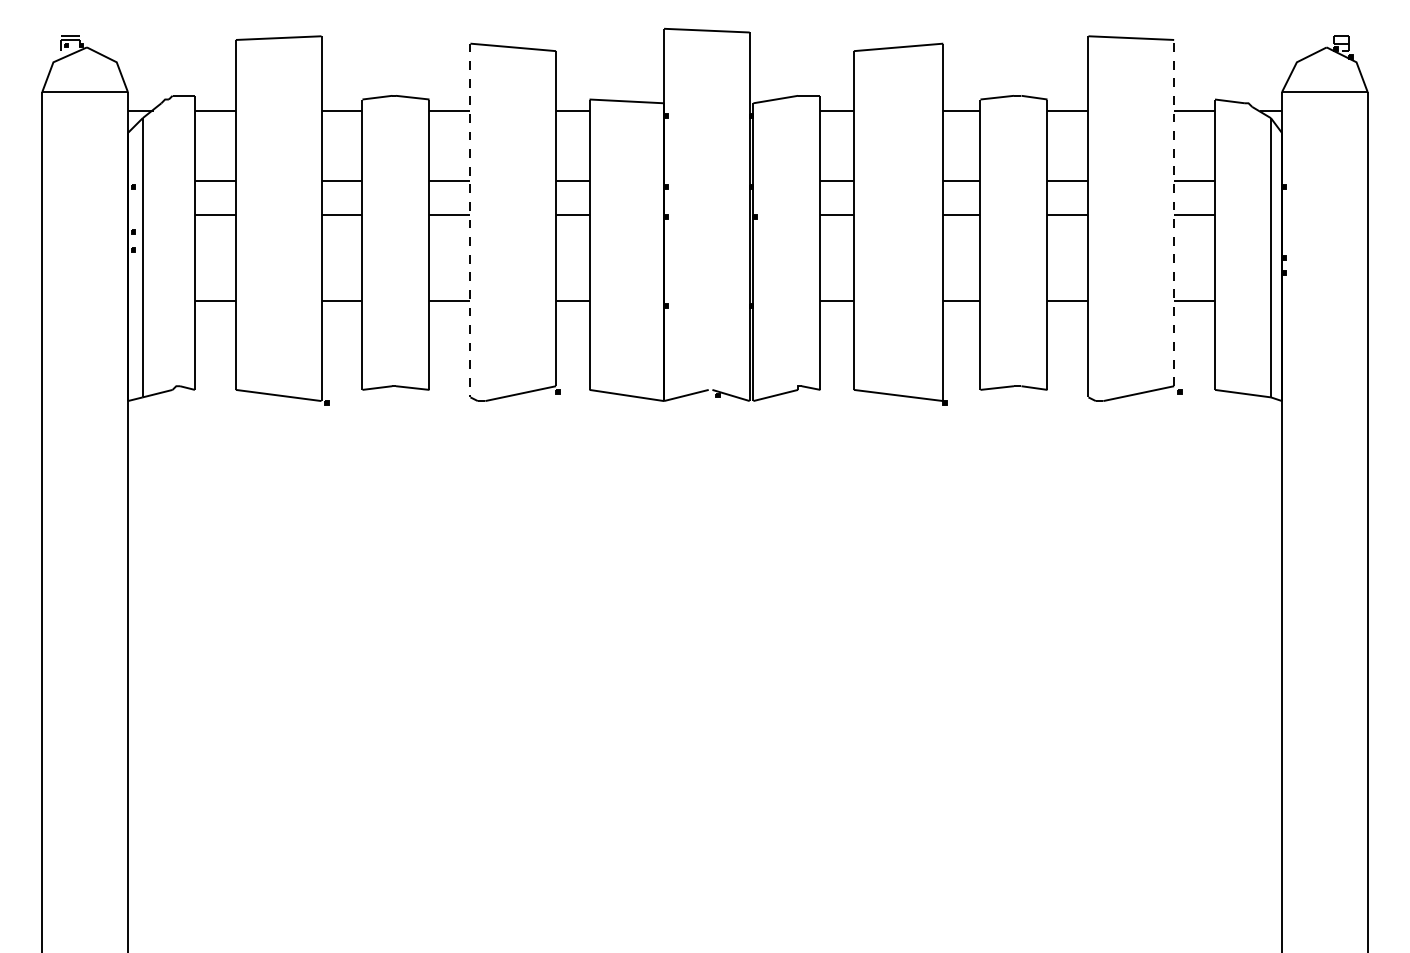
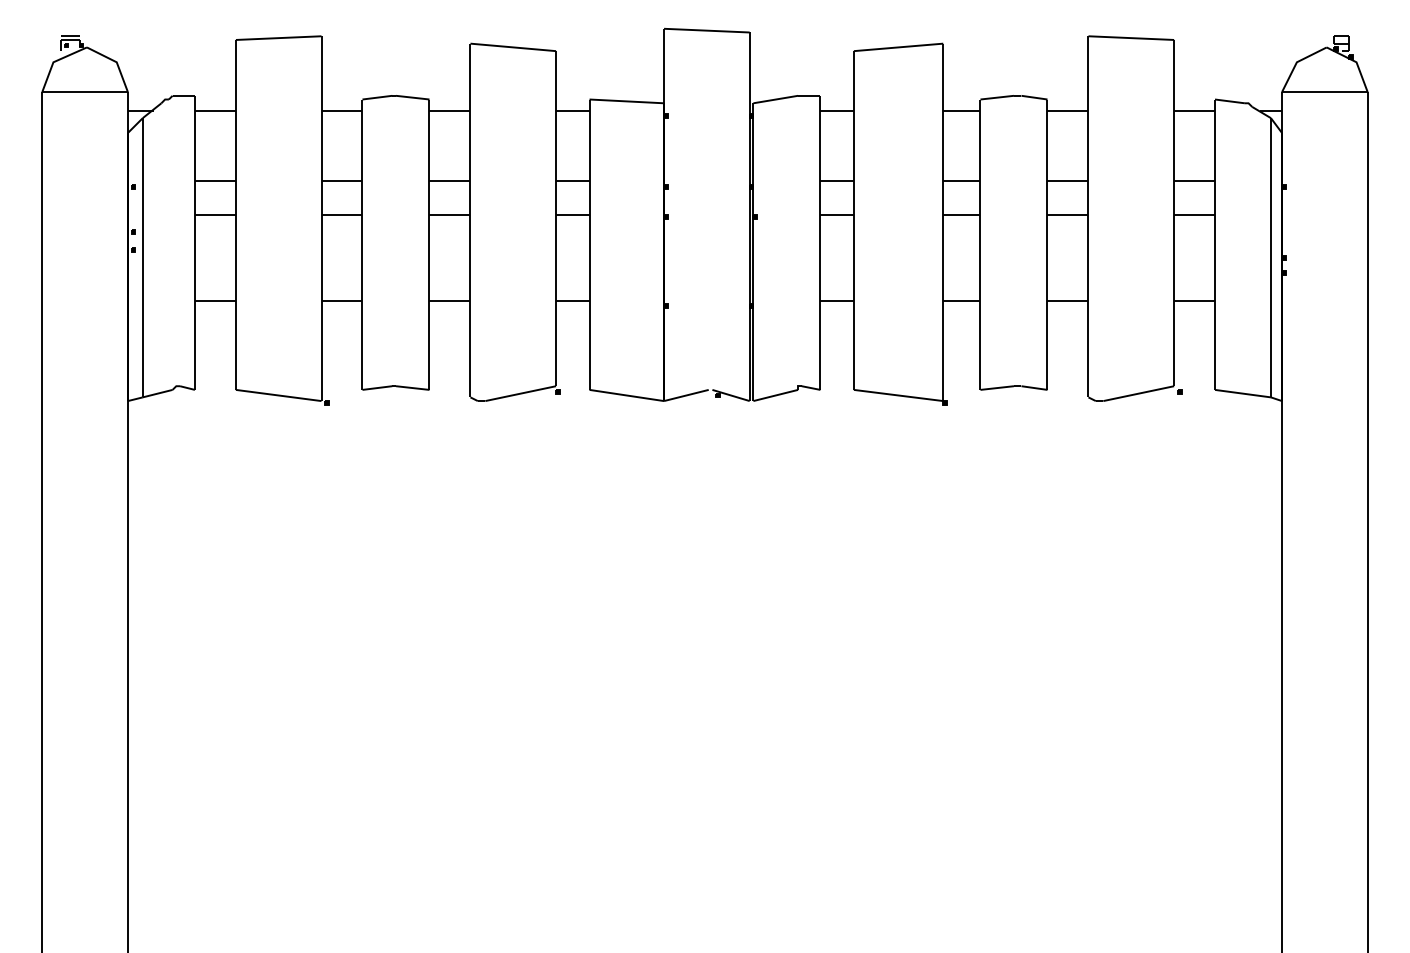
line at (1174, 212): dashed -> solid
line at (470, 220): dashed -> solid
